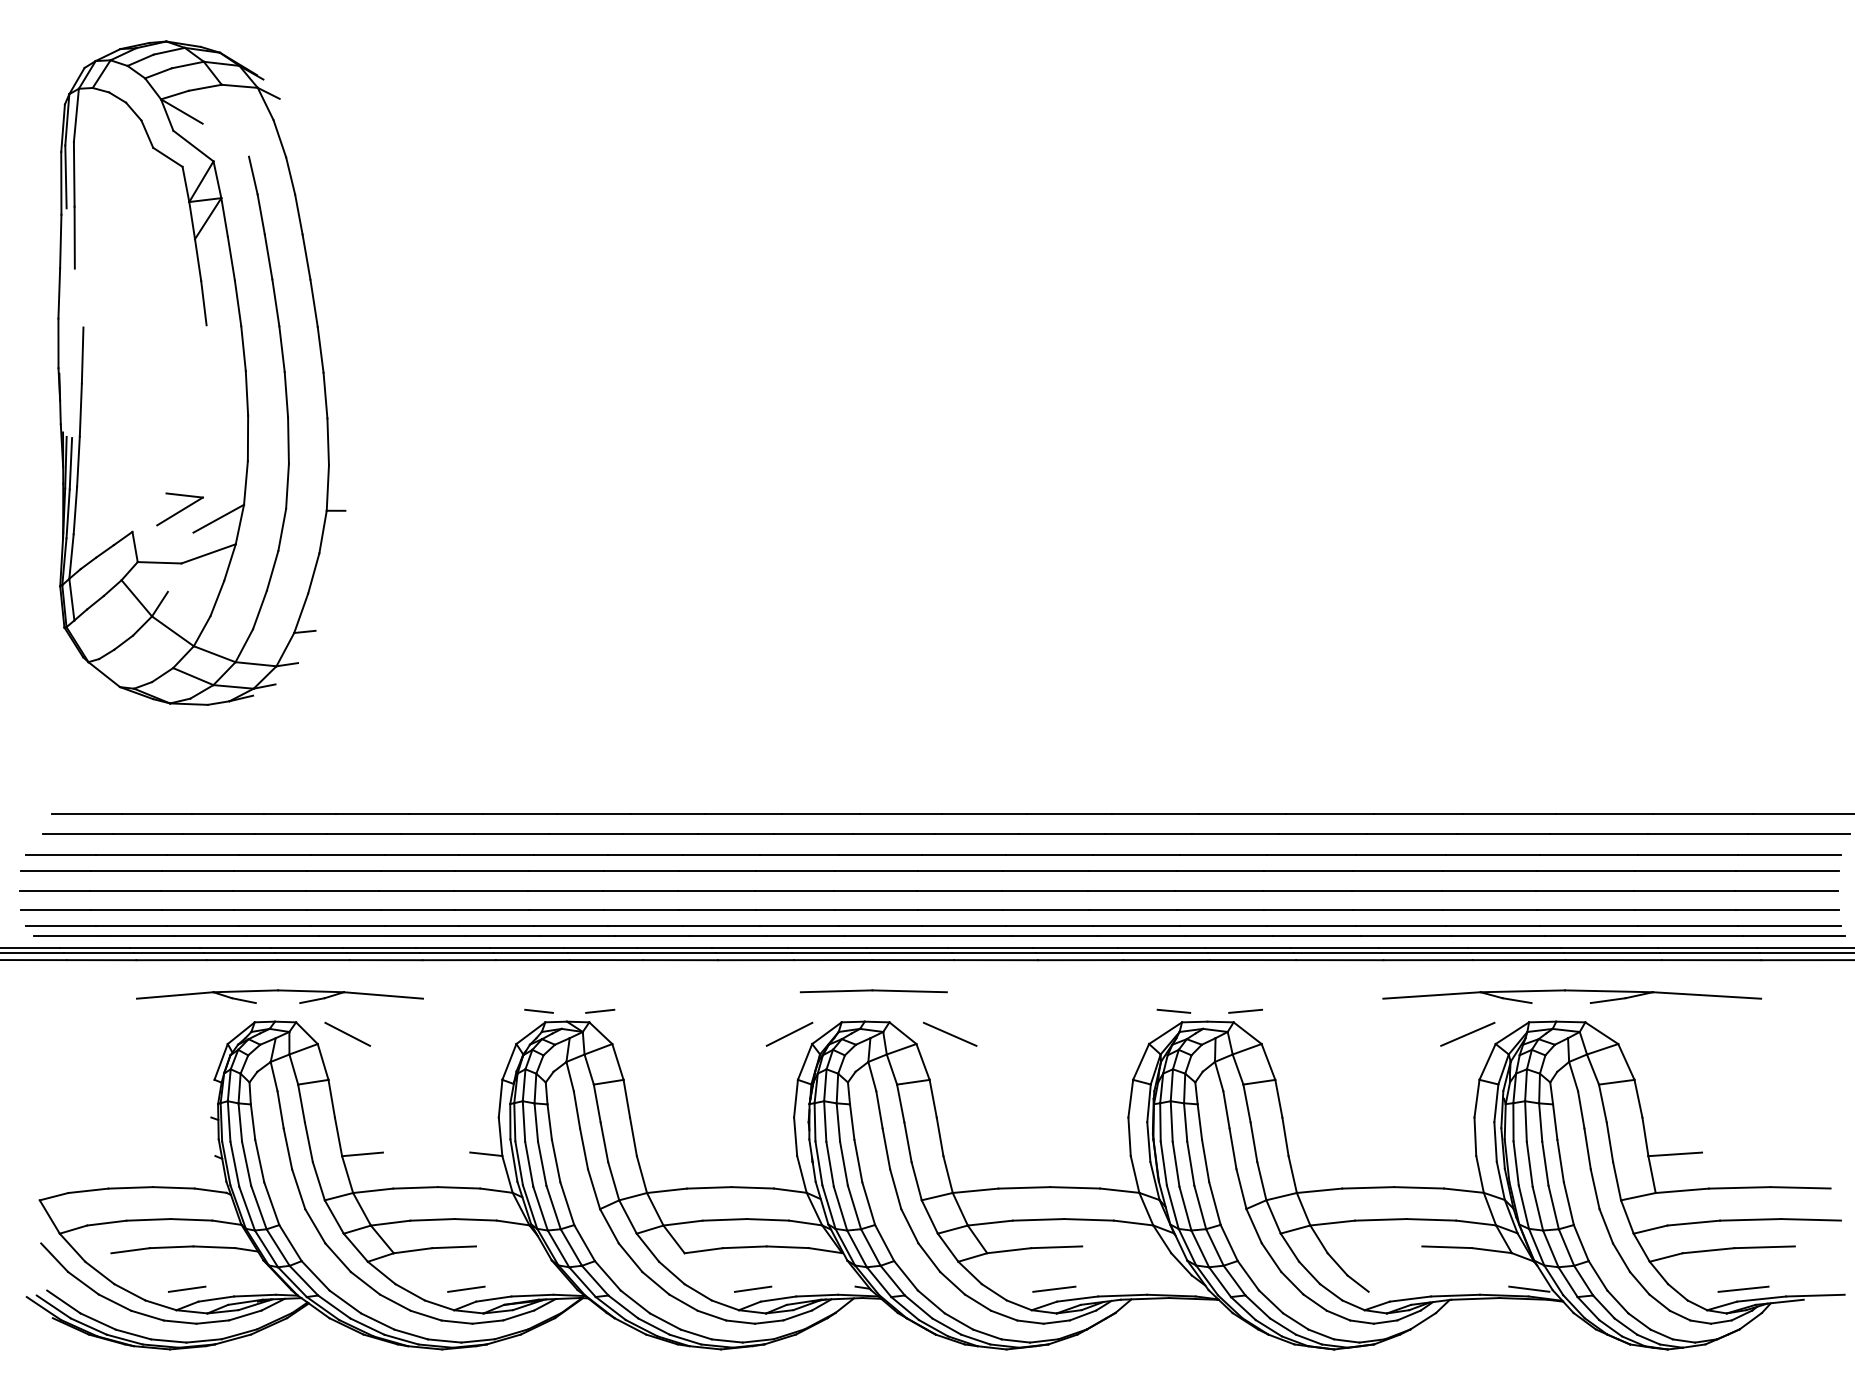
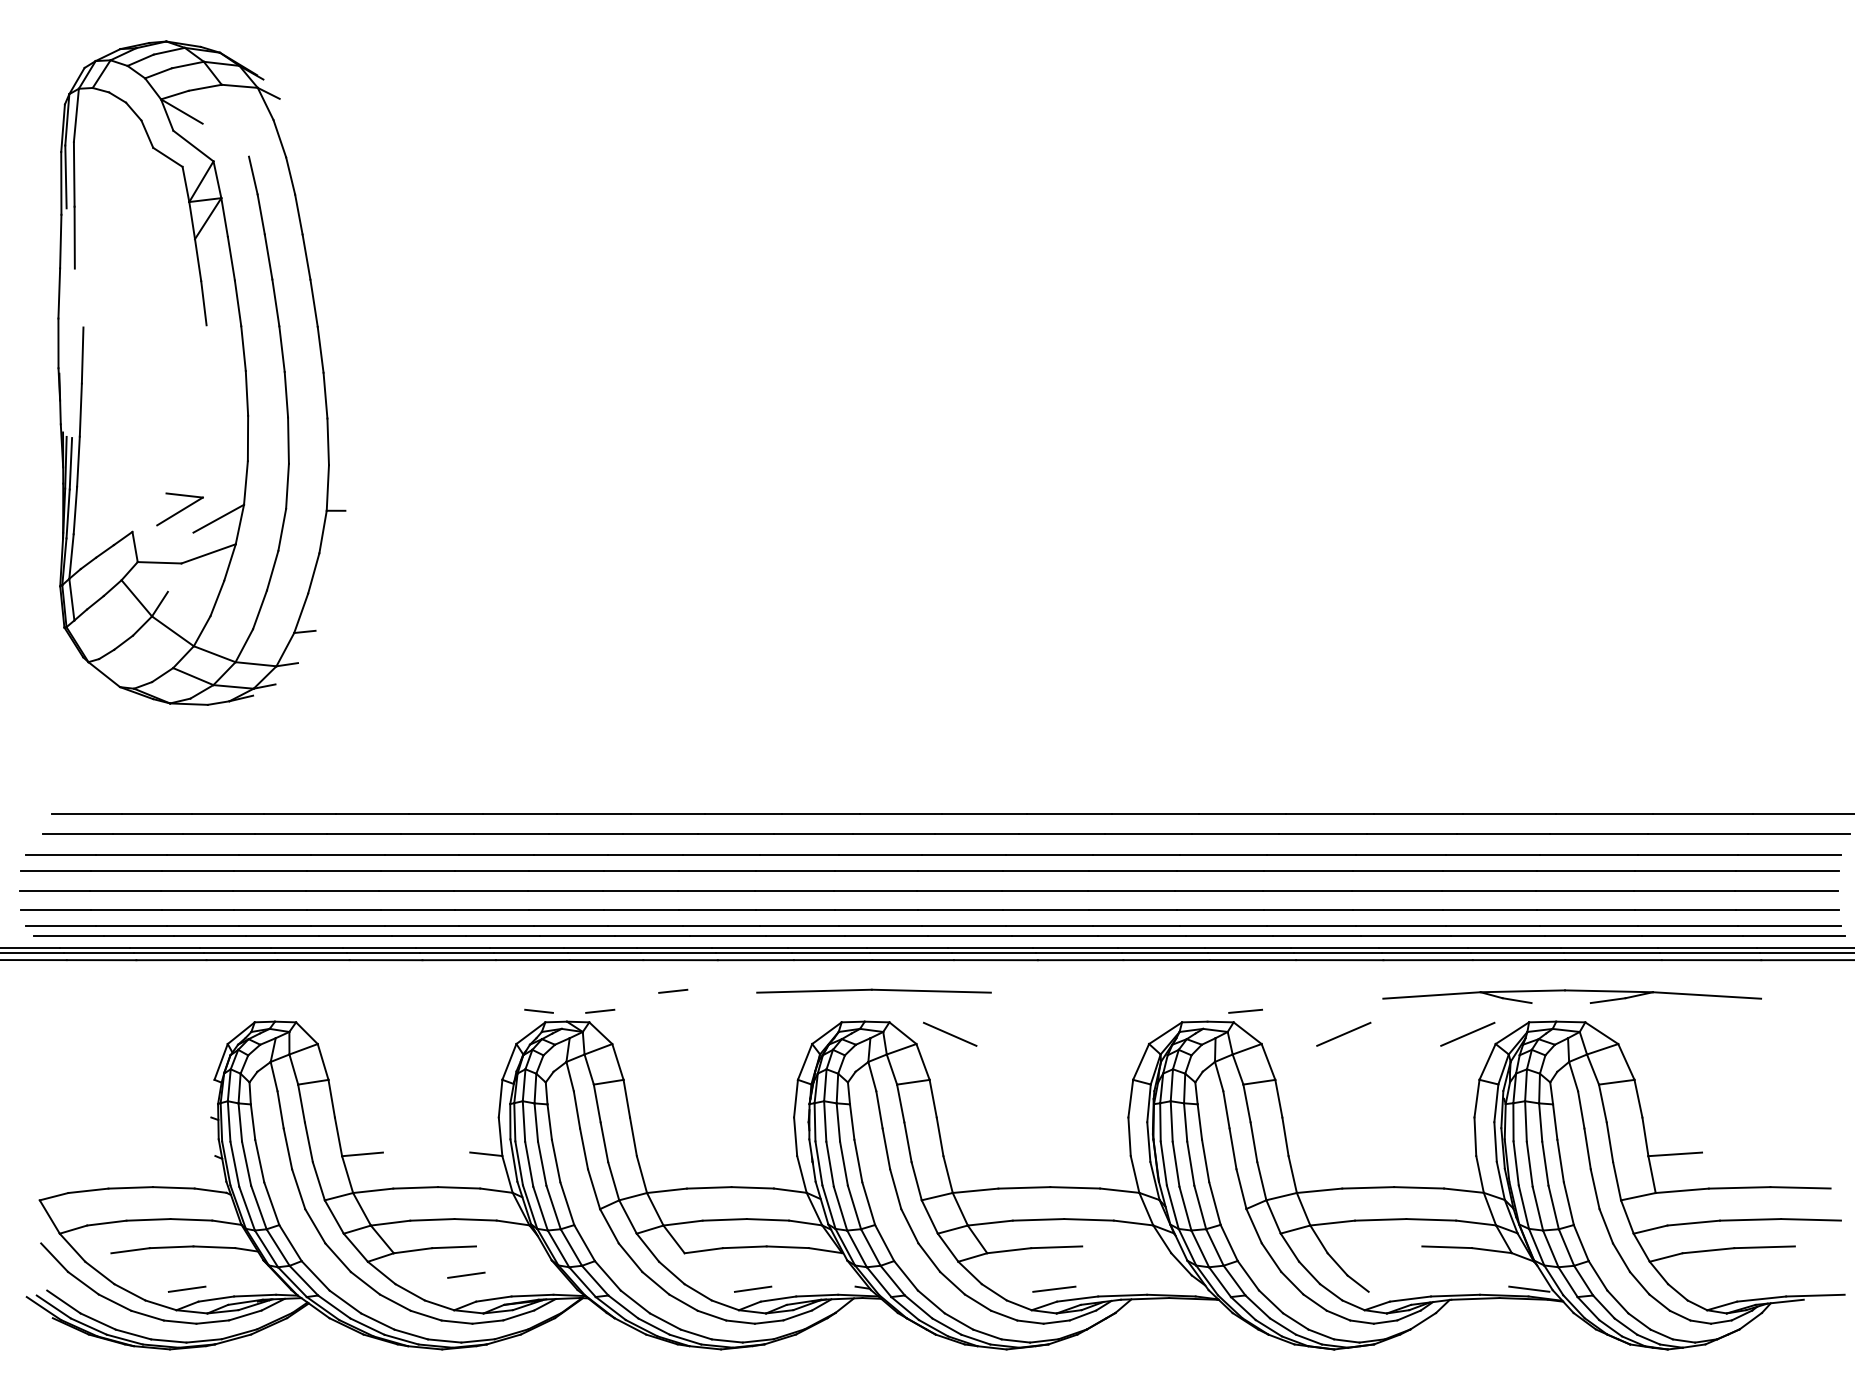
line at (673, 990): none -> present
part at (873, 991) size: 149x5 px -> 236x6 px
part at (279, 996): present -> none
line at (1173, 1010): present -> none
line at (347, 1033): present -> none
line at (789, 1033): present -> none
line at (1343, 1033): none -> present
line at (466, 1288) position: (466, 1288) -> (466, 1274)
line at (1743, 1288): present -> none
